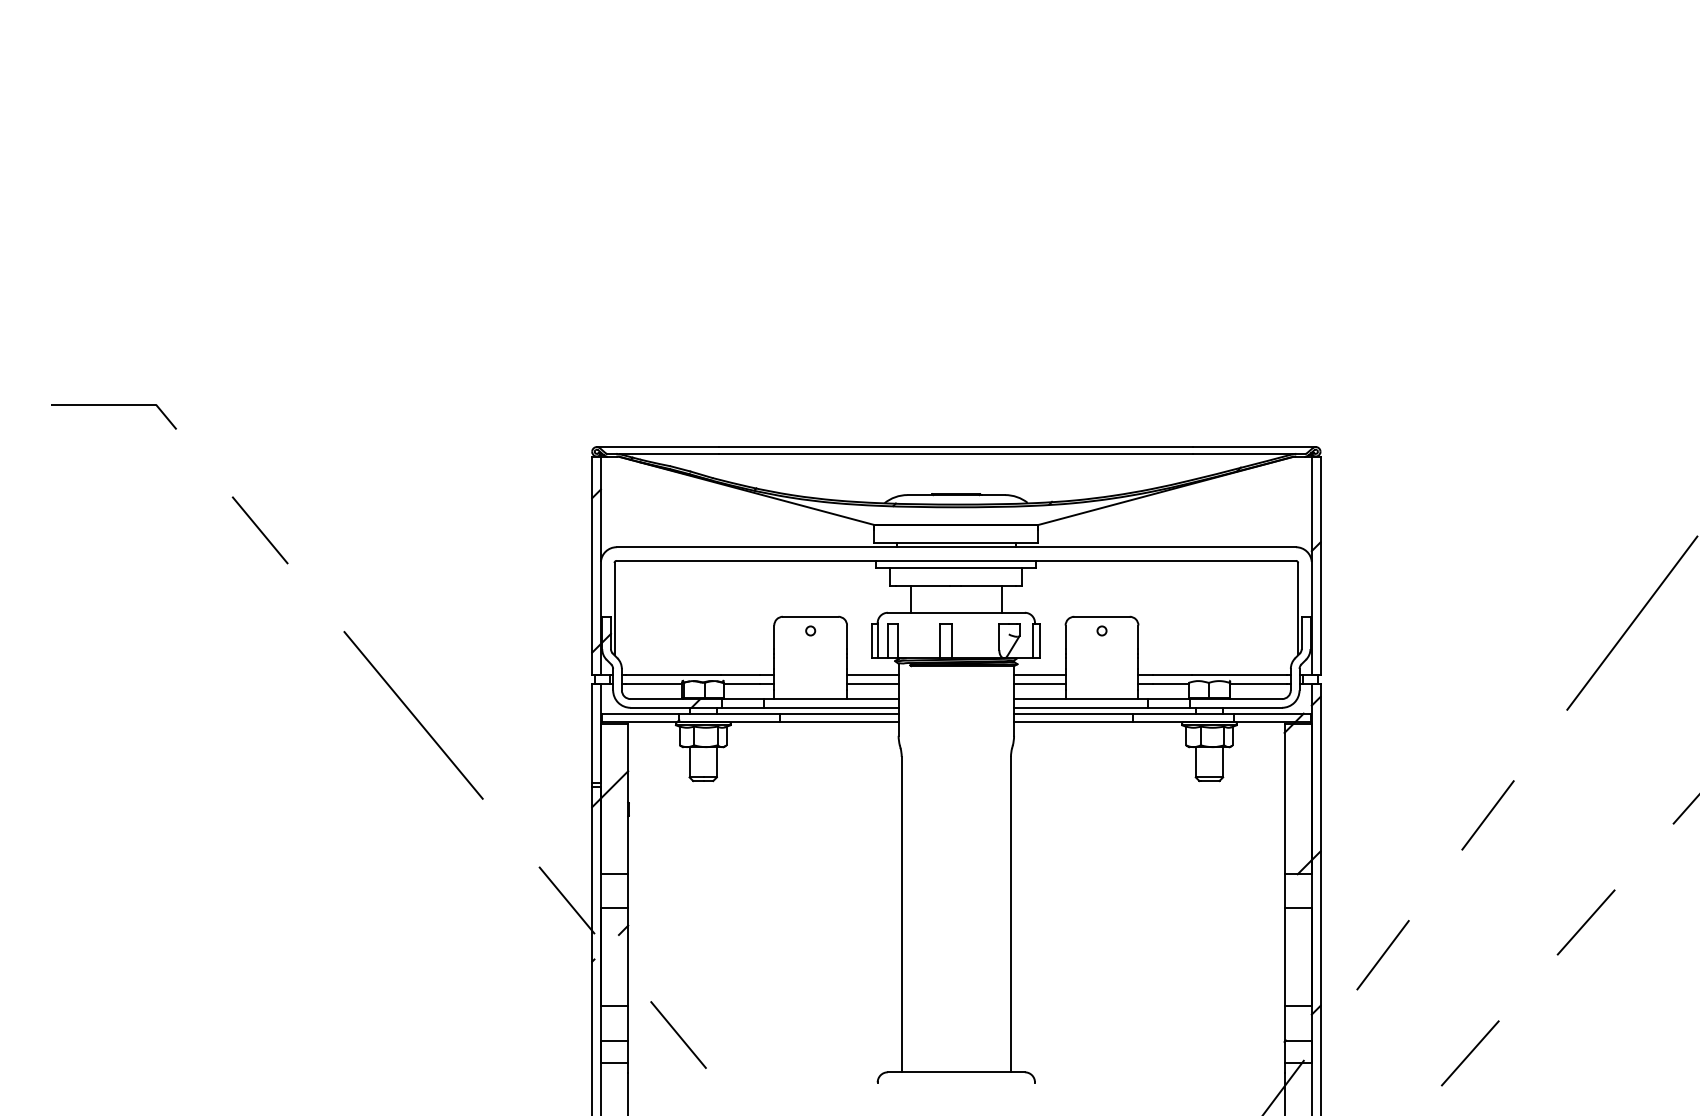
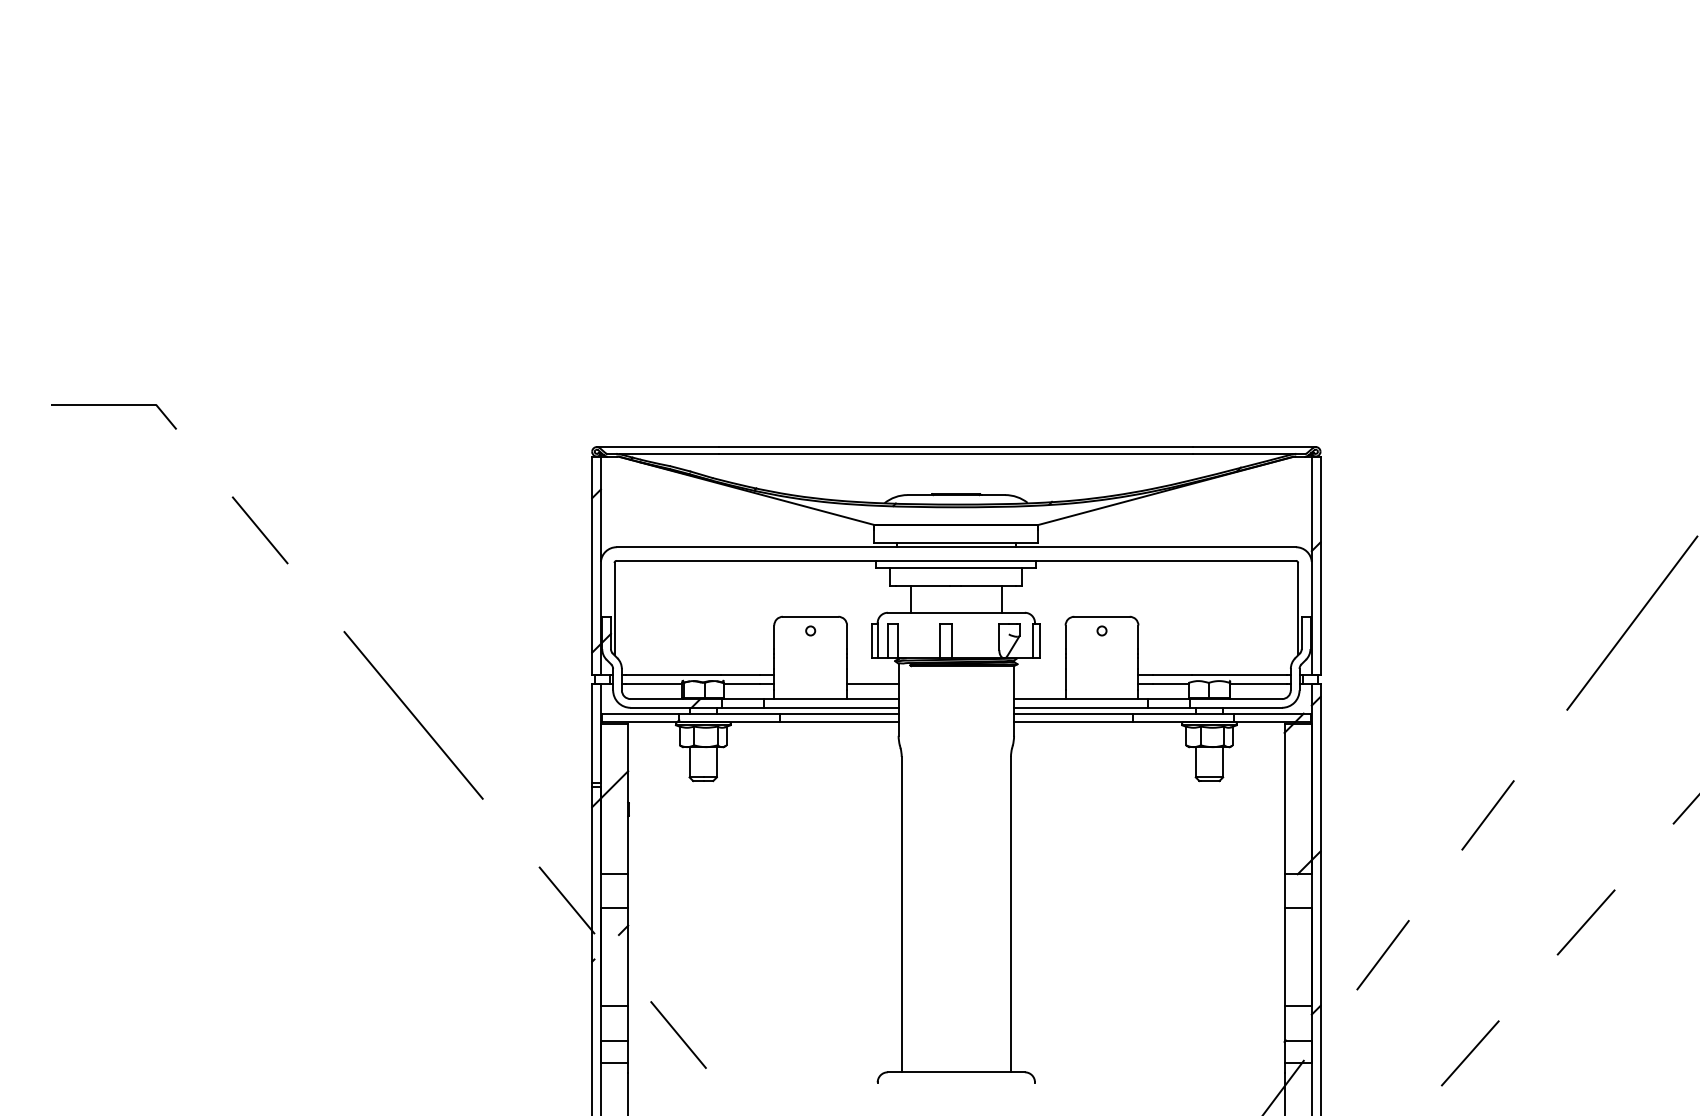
line at (872, 675): present -> none
line at (1039, 675): present -> none
line at (1039, 683): present -> none
